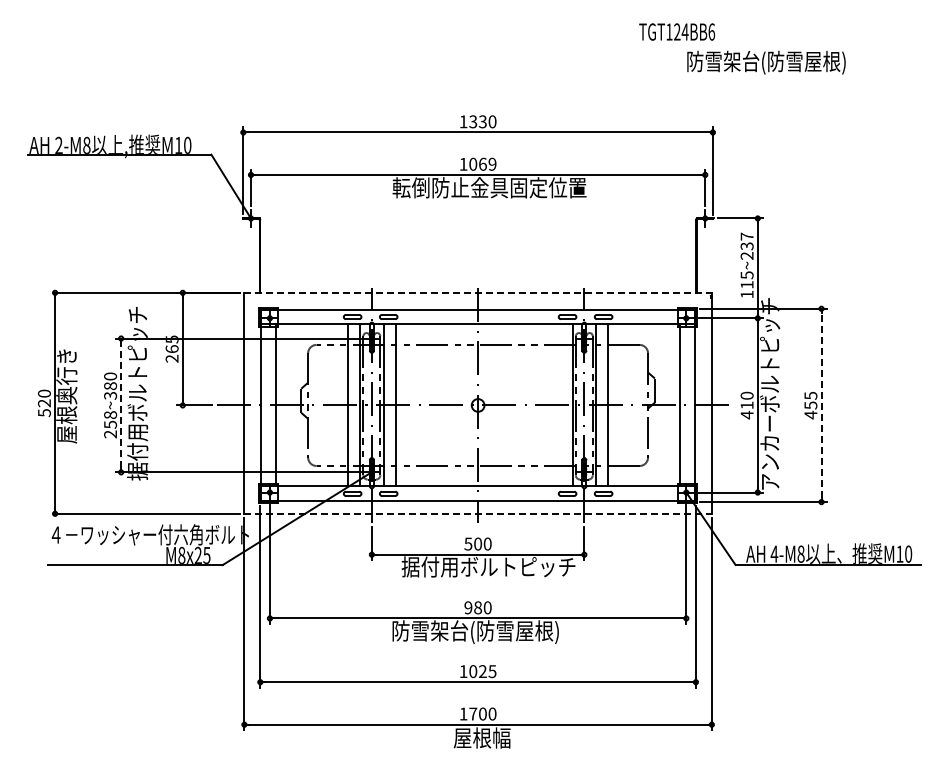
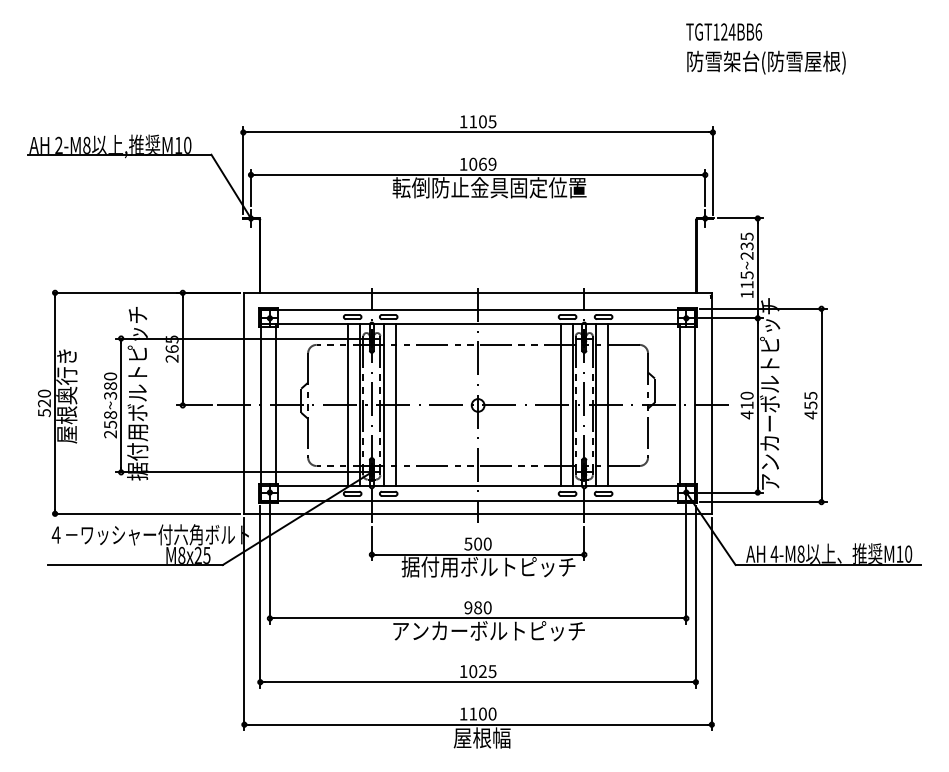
text at (677, 31) position: (677, 31) -> (724, 31)
text at (482, 121): 1330 -> 1105
text at (746, 236): 115~237 -> 115~235
line at (478, 292): dashed -> solid
line at (821, 404): dashed -> solid
line at (121, 405): dashed -> solid
line at (560, 405): none -> present
line at (478, 513): dashed -> solid
text at (488, 631): 防雪架台(防雪屋根) -> アンカーボルトピッチ
text at (473, 713): 1700 -> 1100
